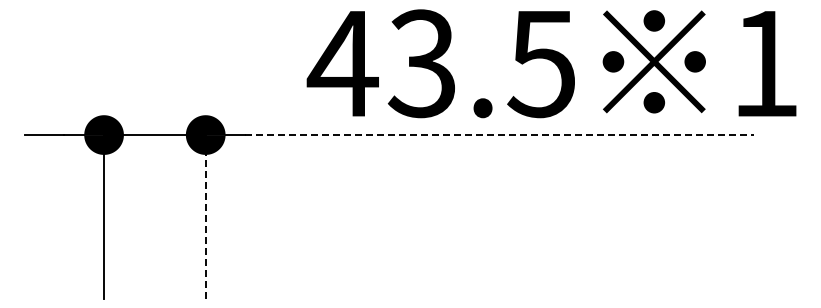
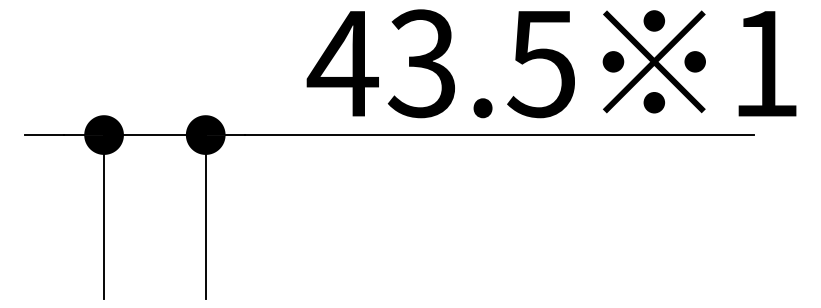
line at (500, 135): dashed -> solid
line at (205, 215): dashed -> solid
